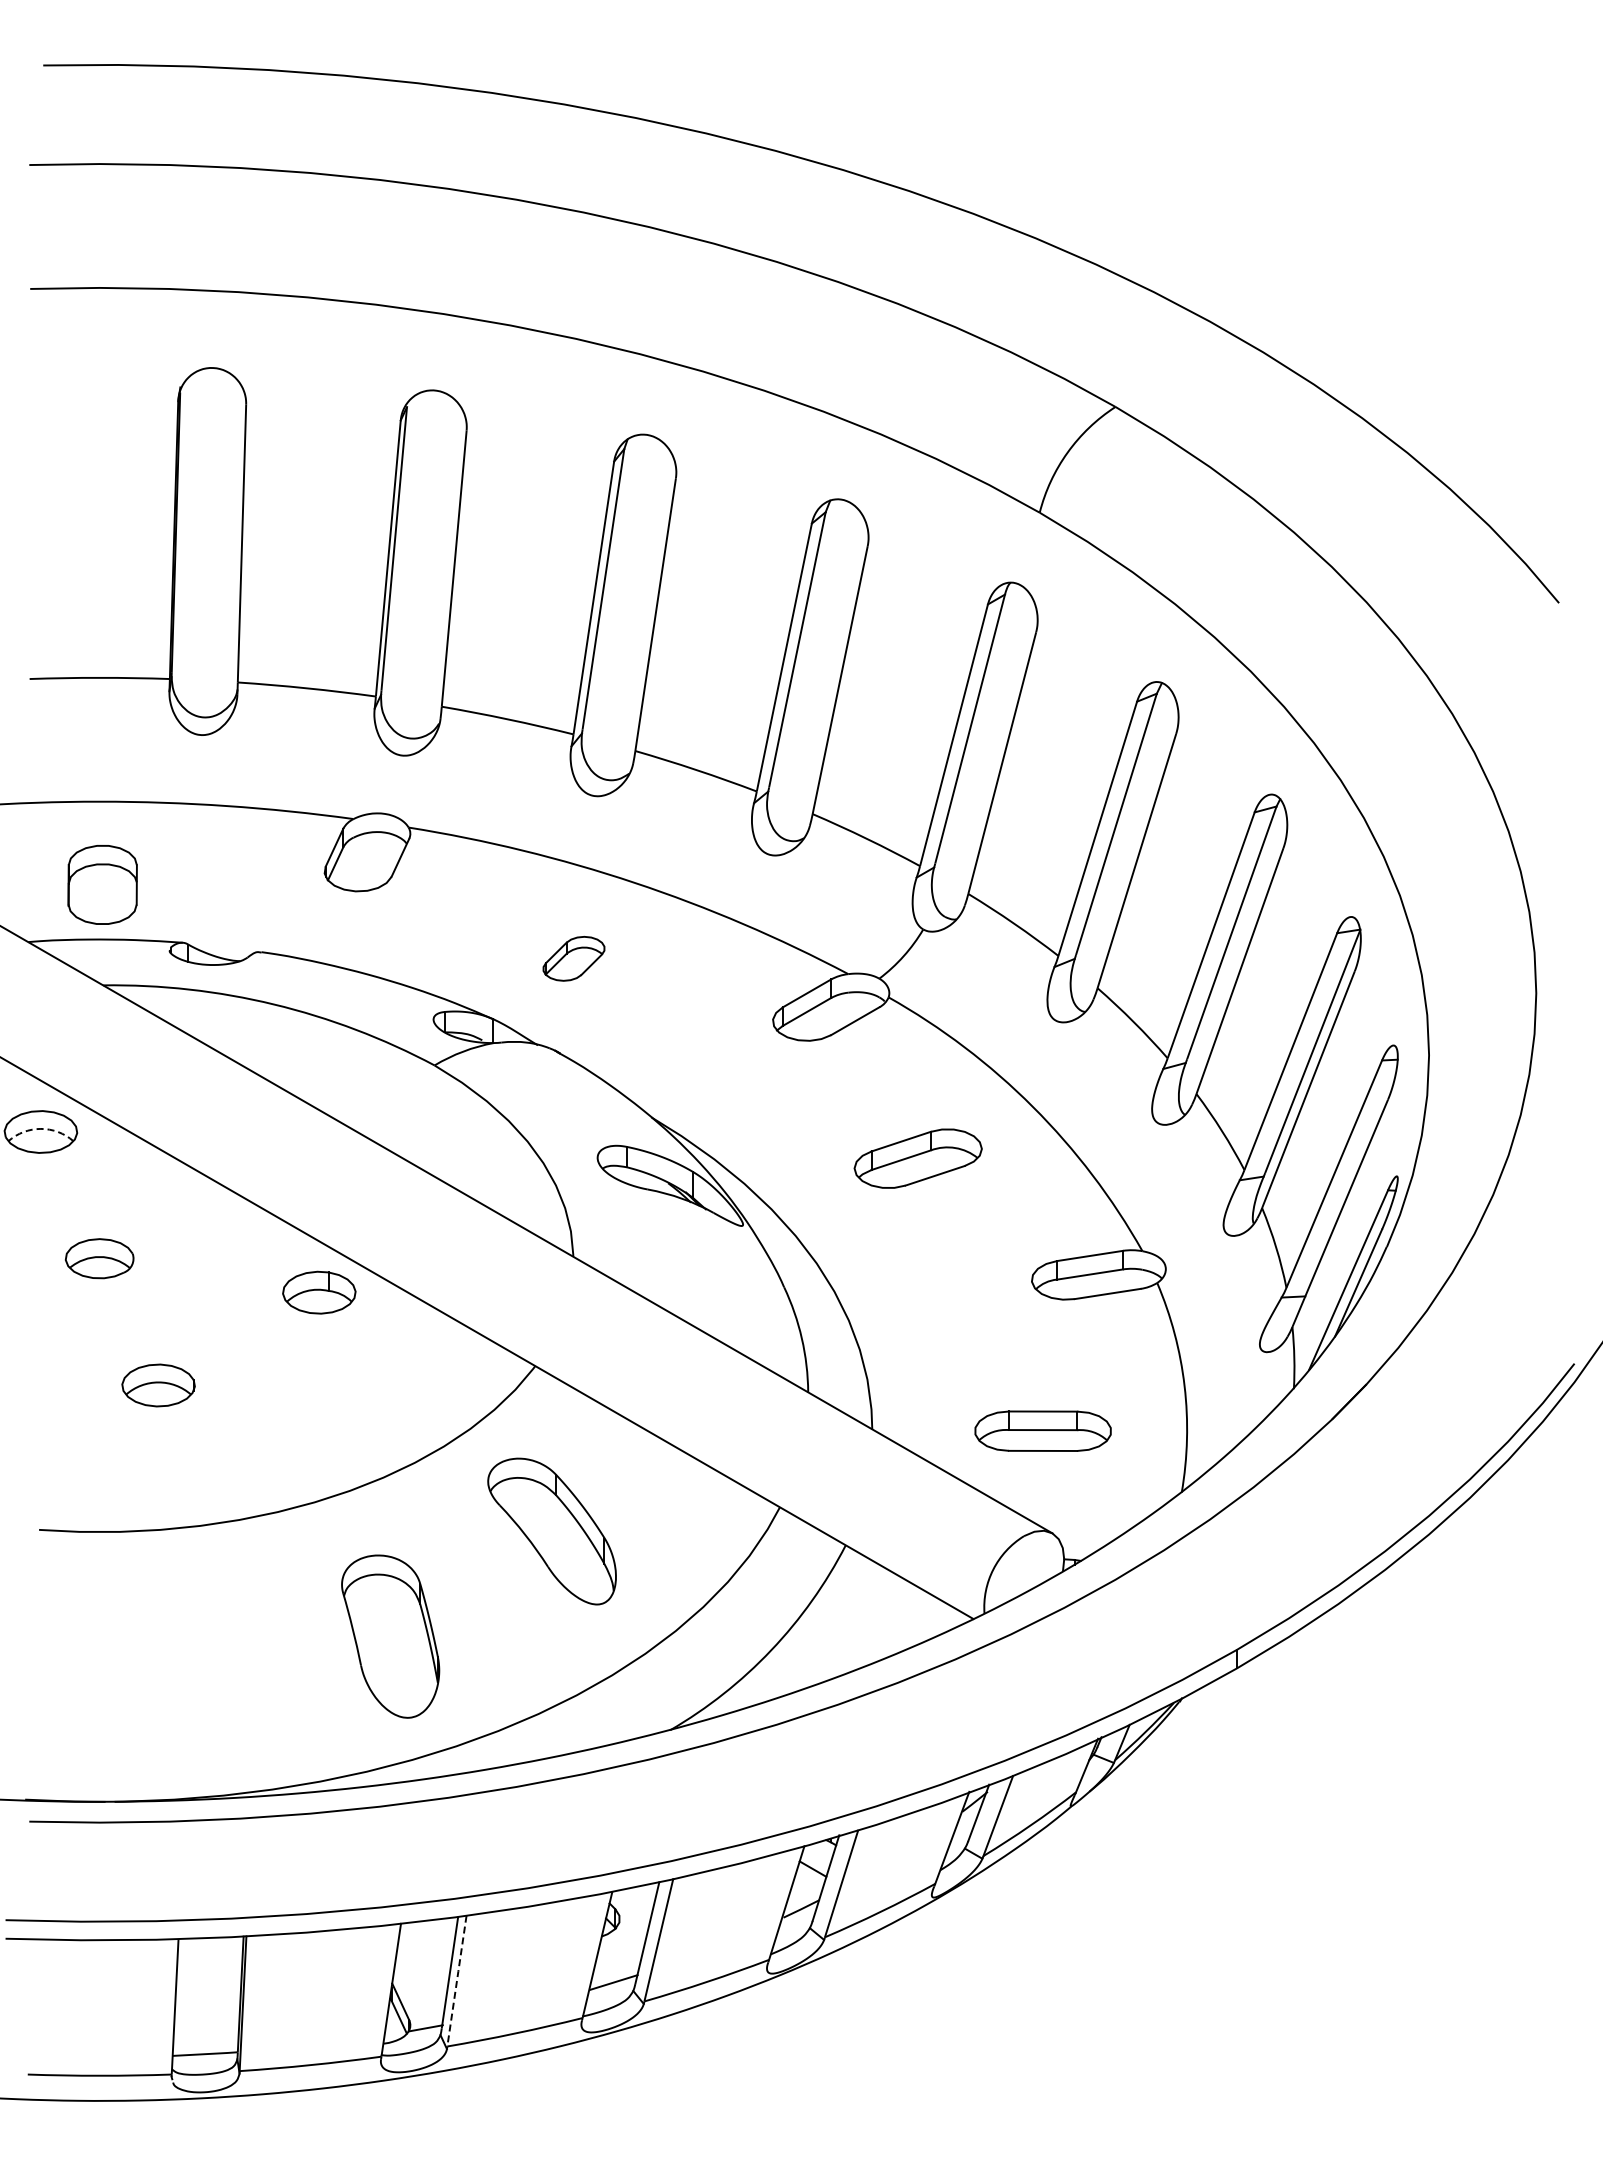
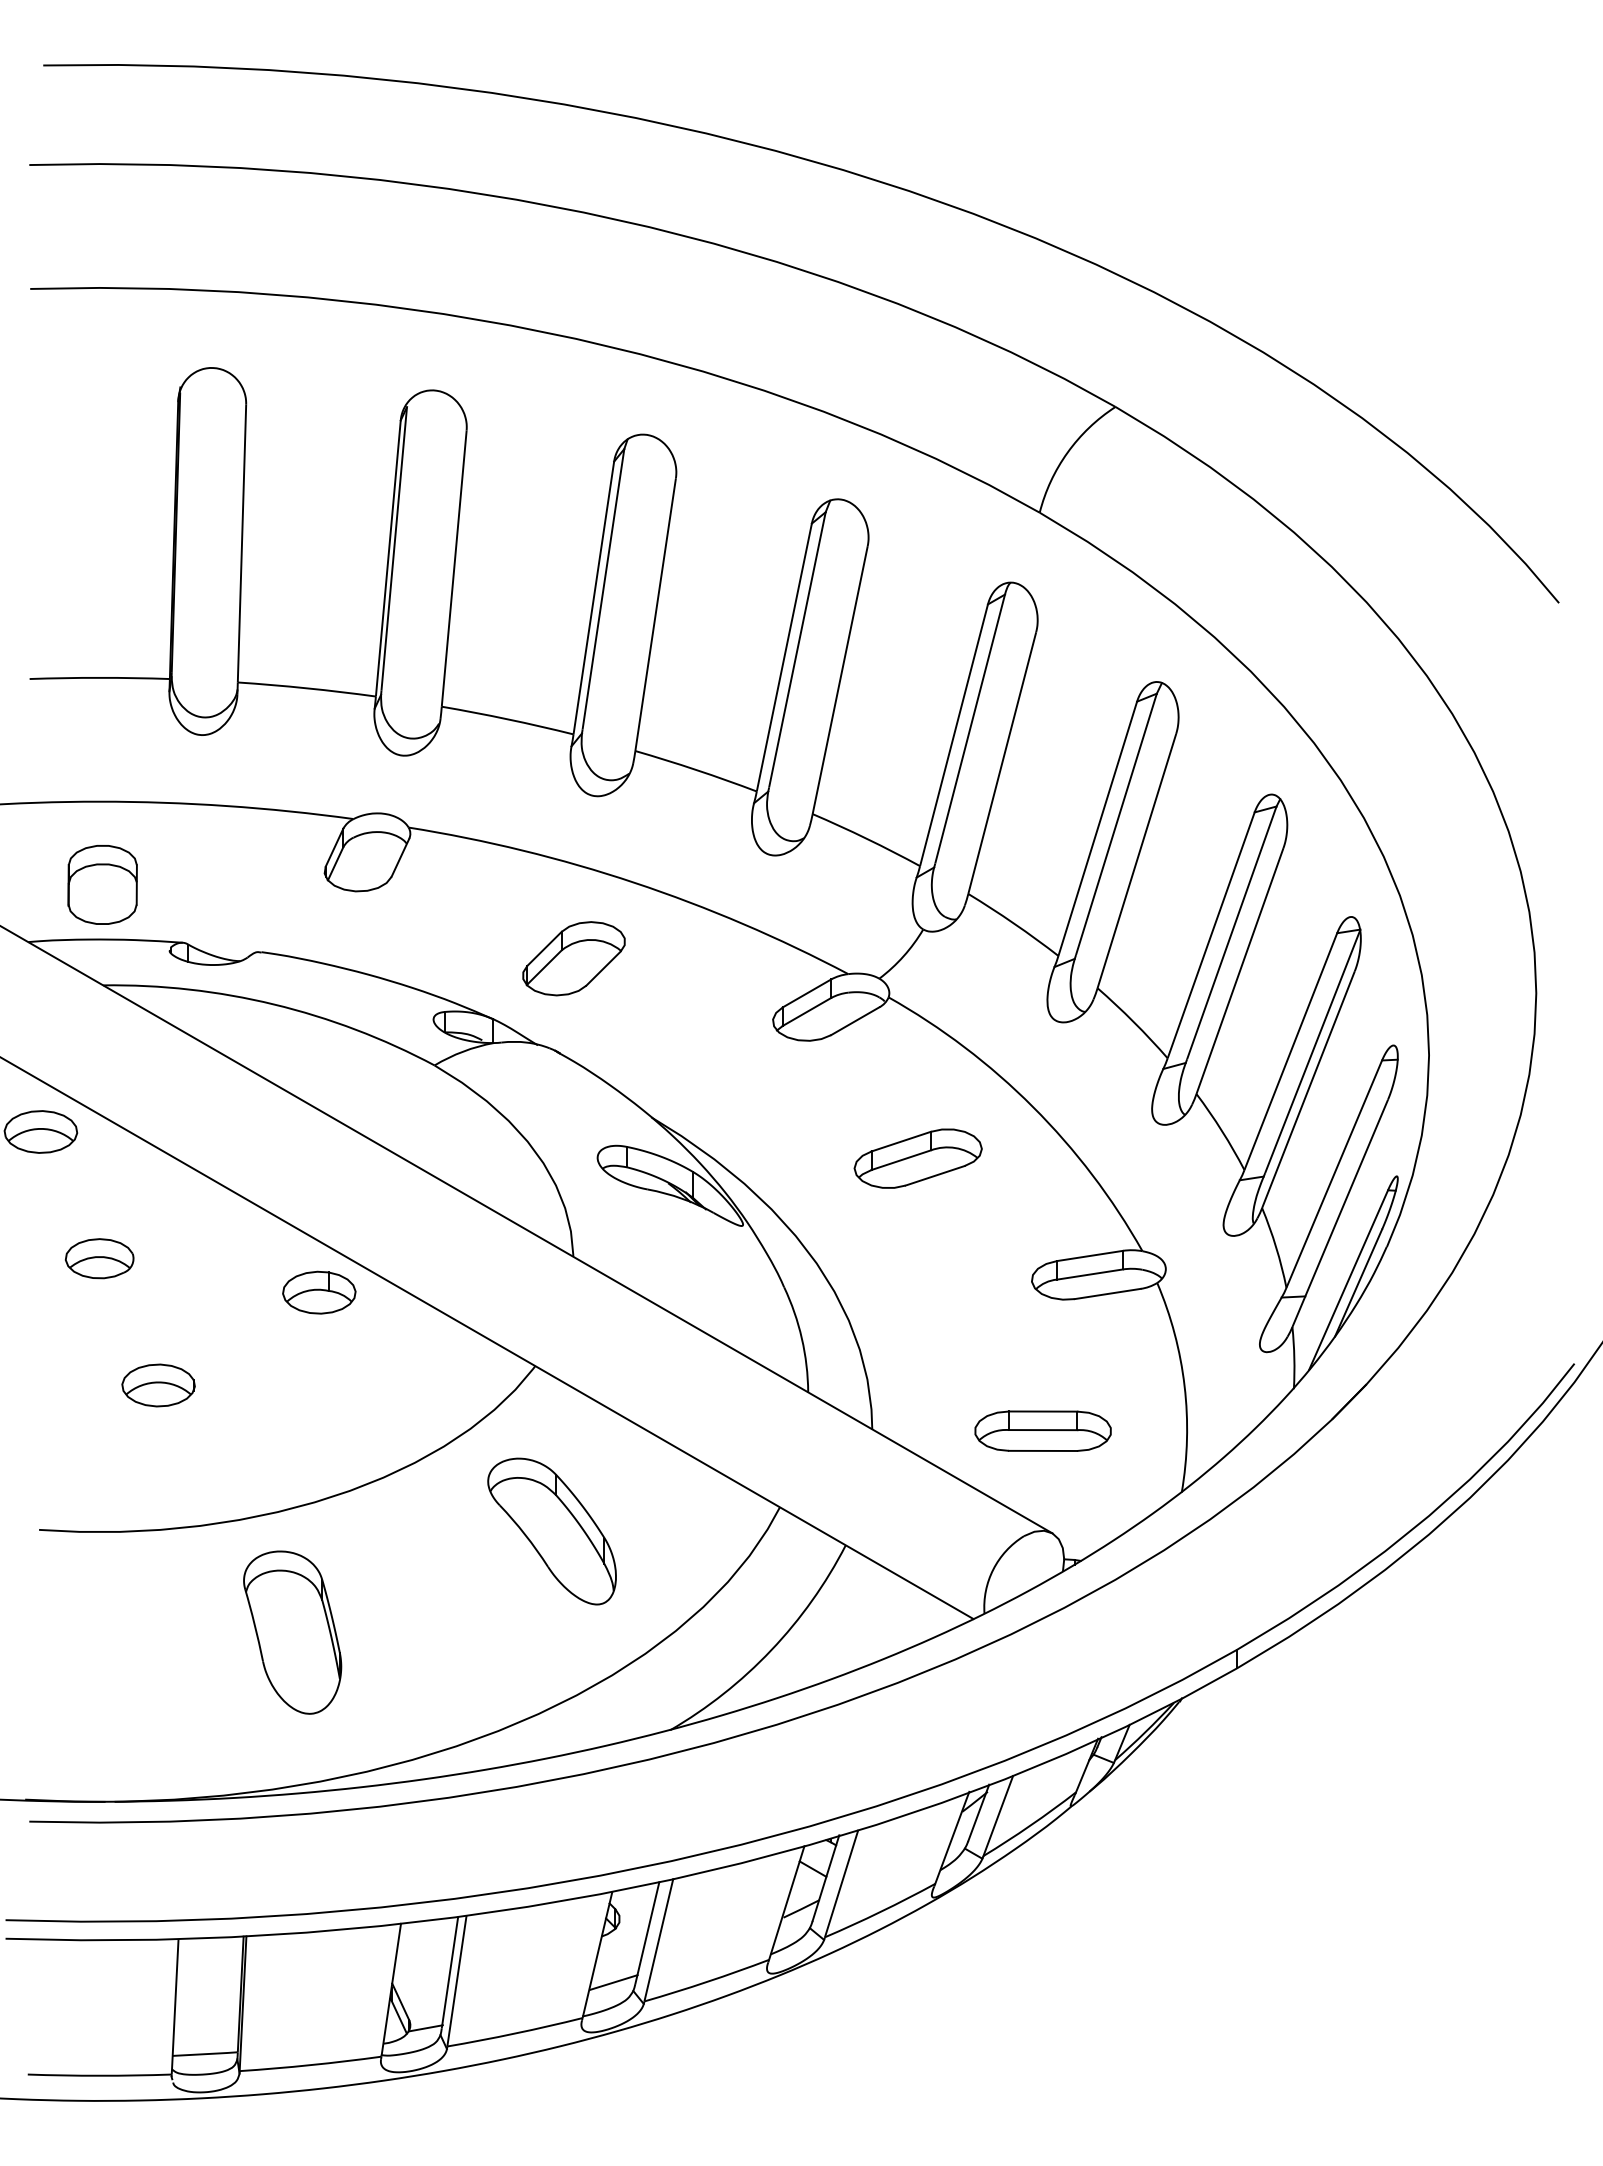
part at (573, 958) size: 64x46 px -> 104x76 px
arc at (40, 1128): dashed -> solid
part at (390, 1636) position: (390, 1636) -> (292, 1632)
line at (457, 1980): dashed -> solid
